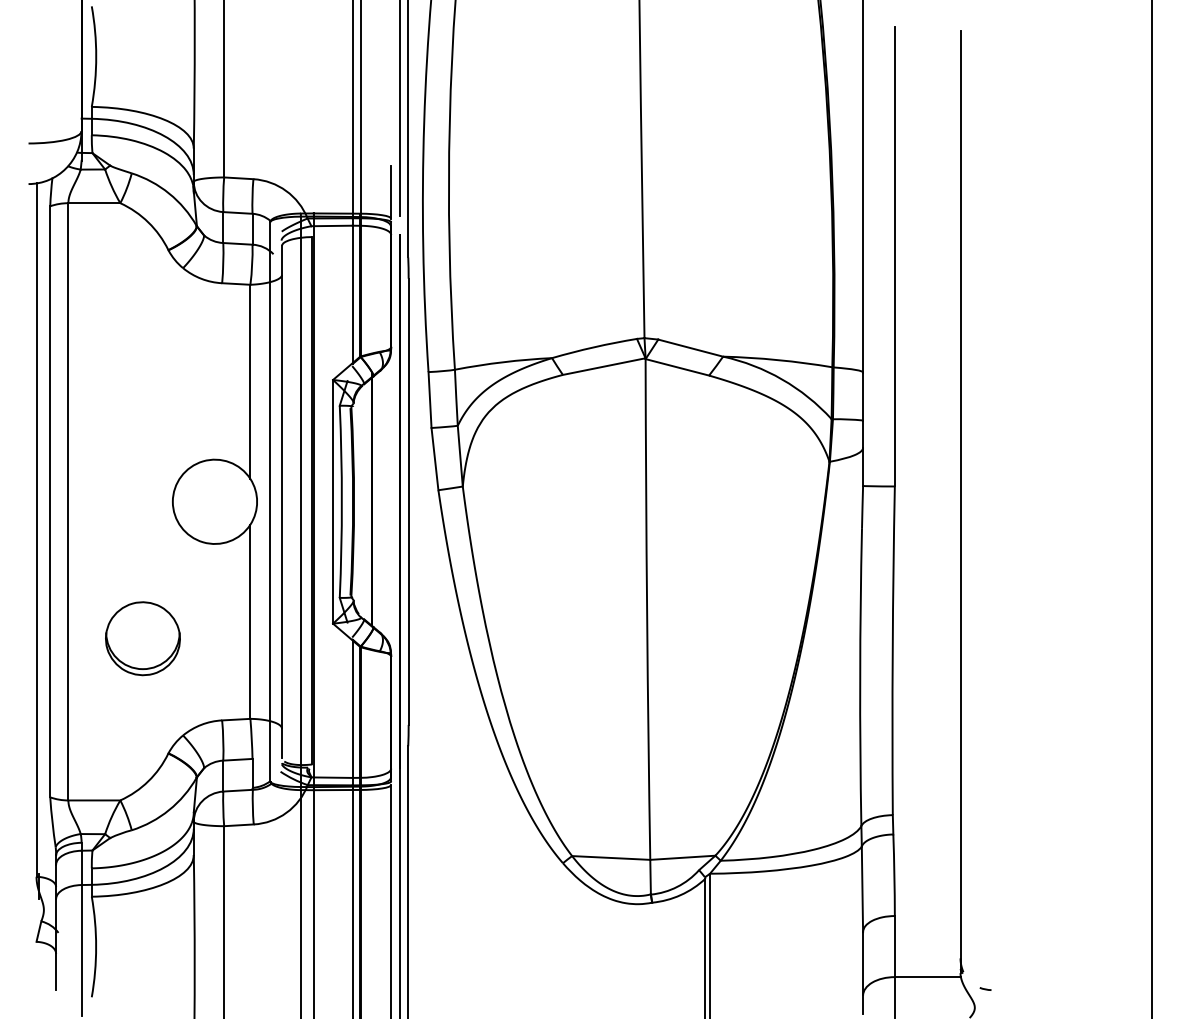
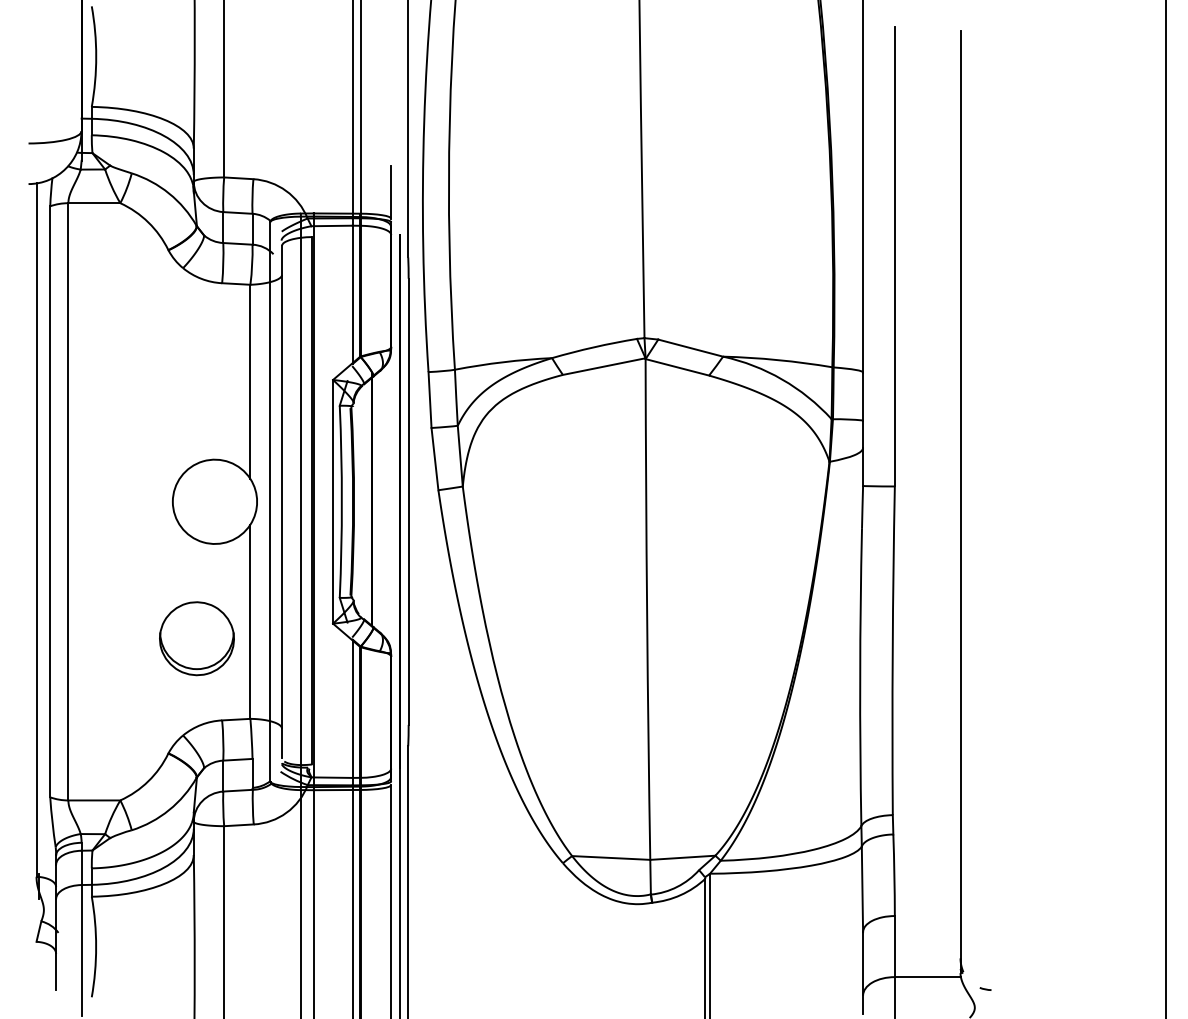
line at (400, 109): present -> none
line at (1152, 508) position: (1152, 508) -> (1166, 508)
part at (142, 638) position: (142, 638) -> (196, 638)
